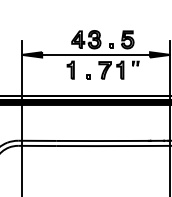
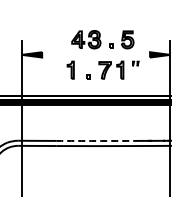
line at (96, 54): present -> none
arc at (96, 141): solid -> dashed
